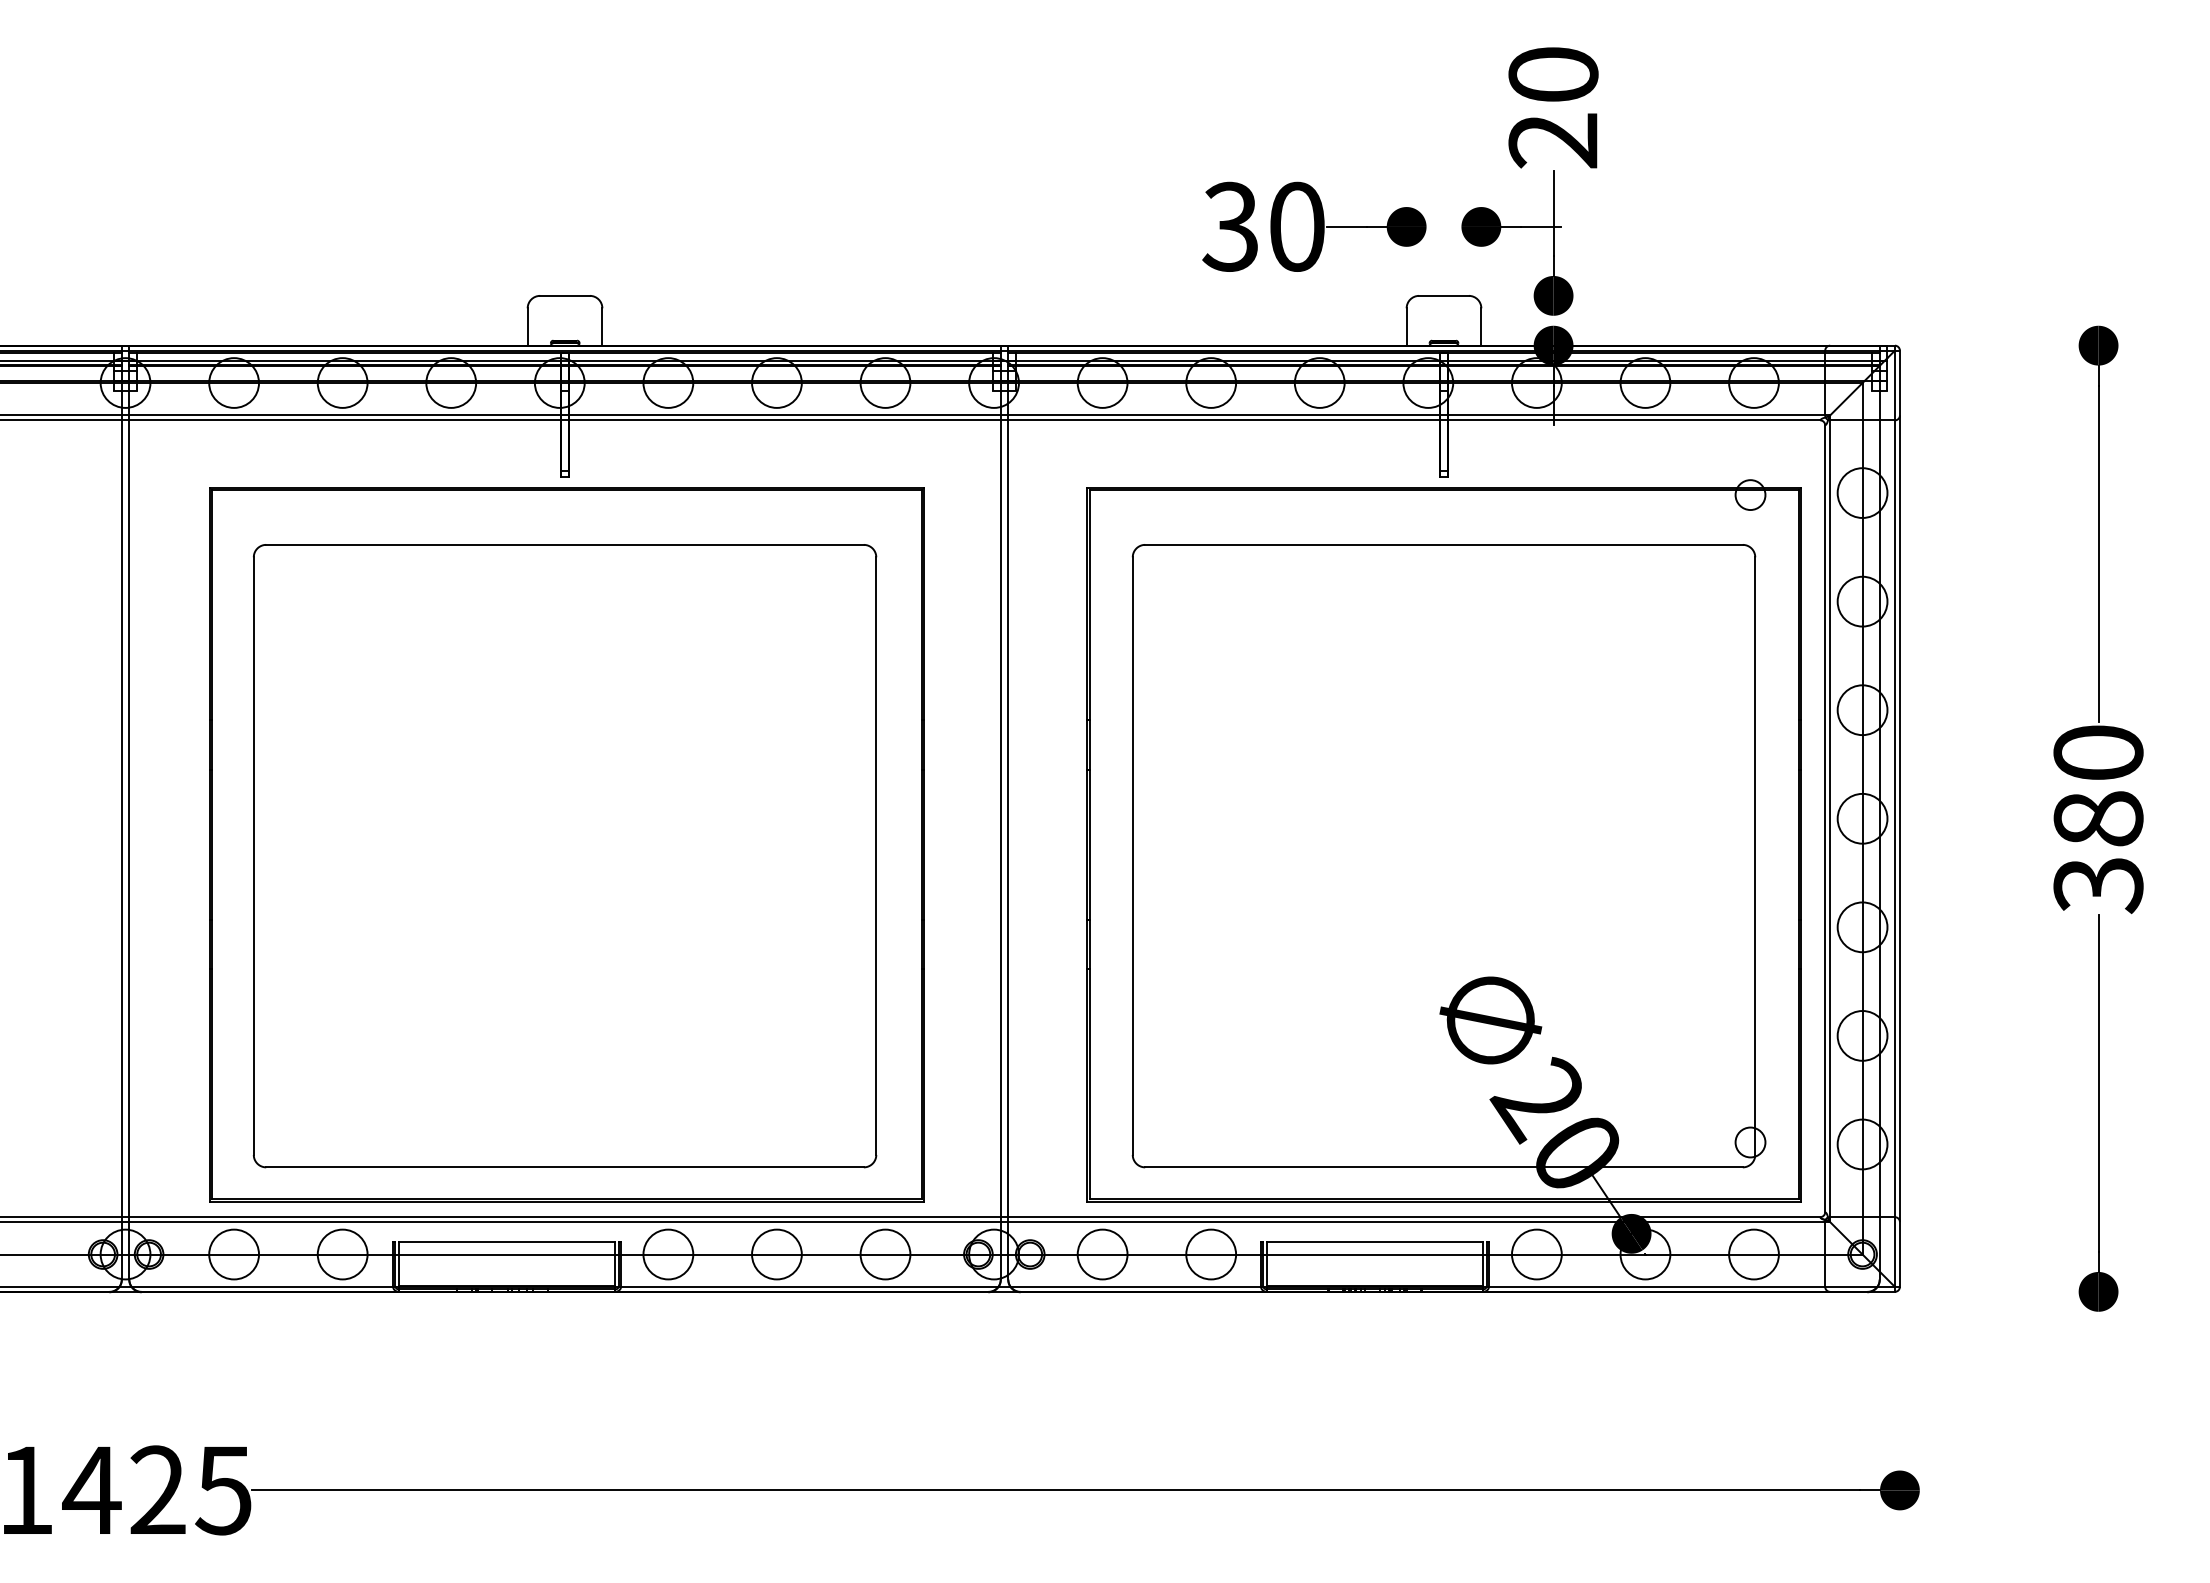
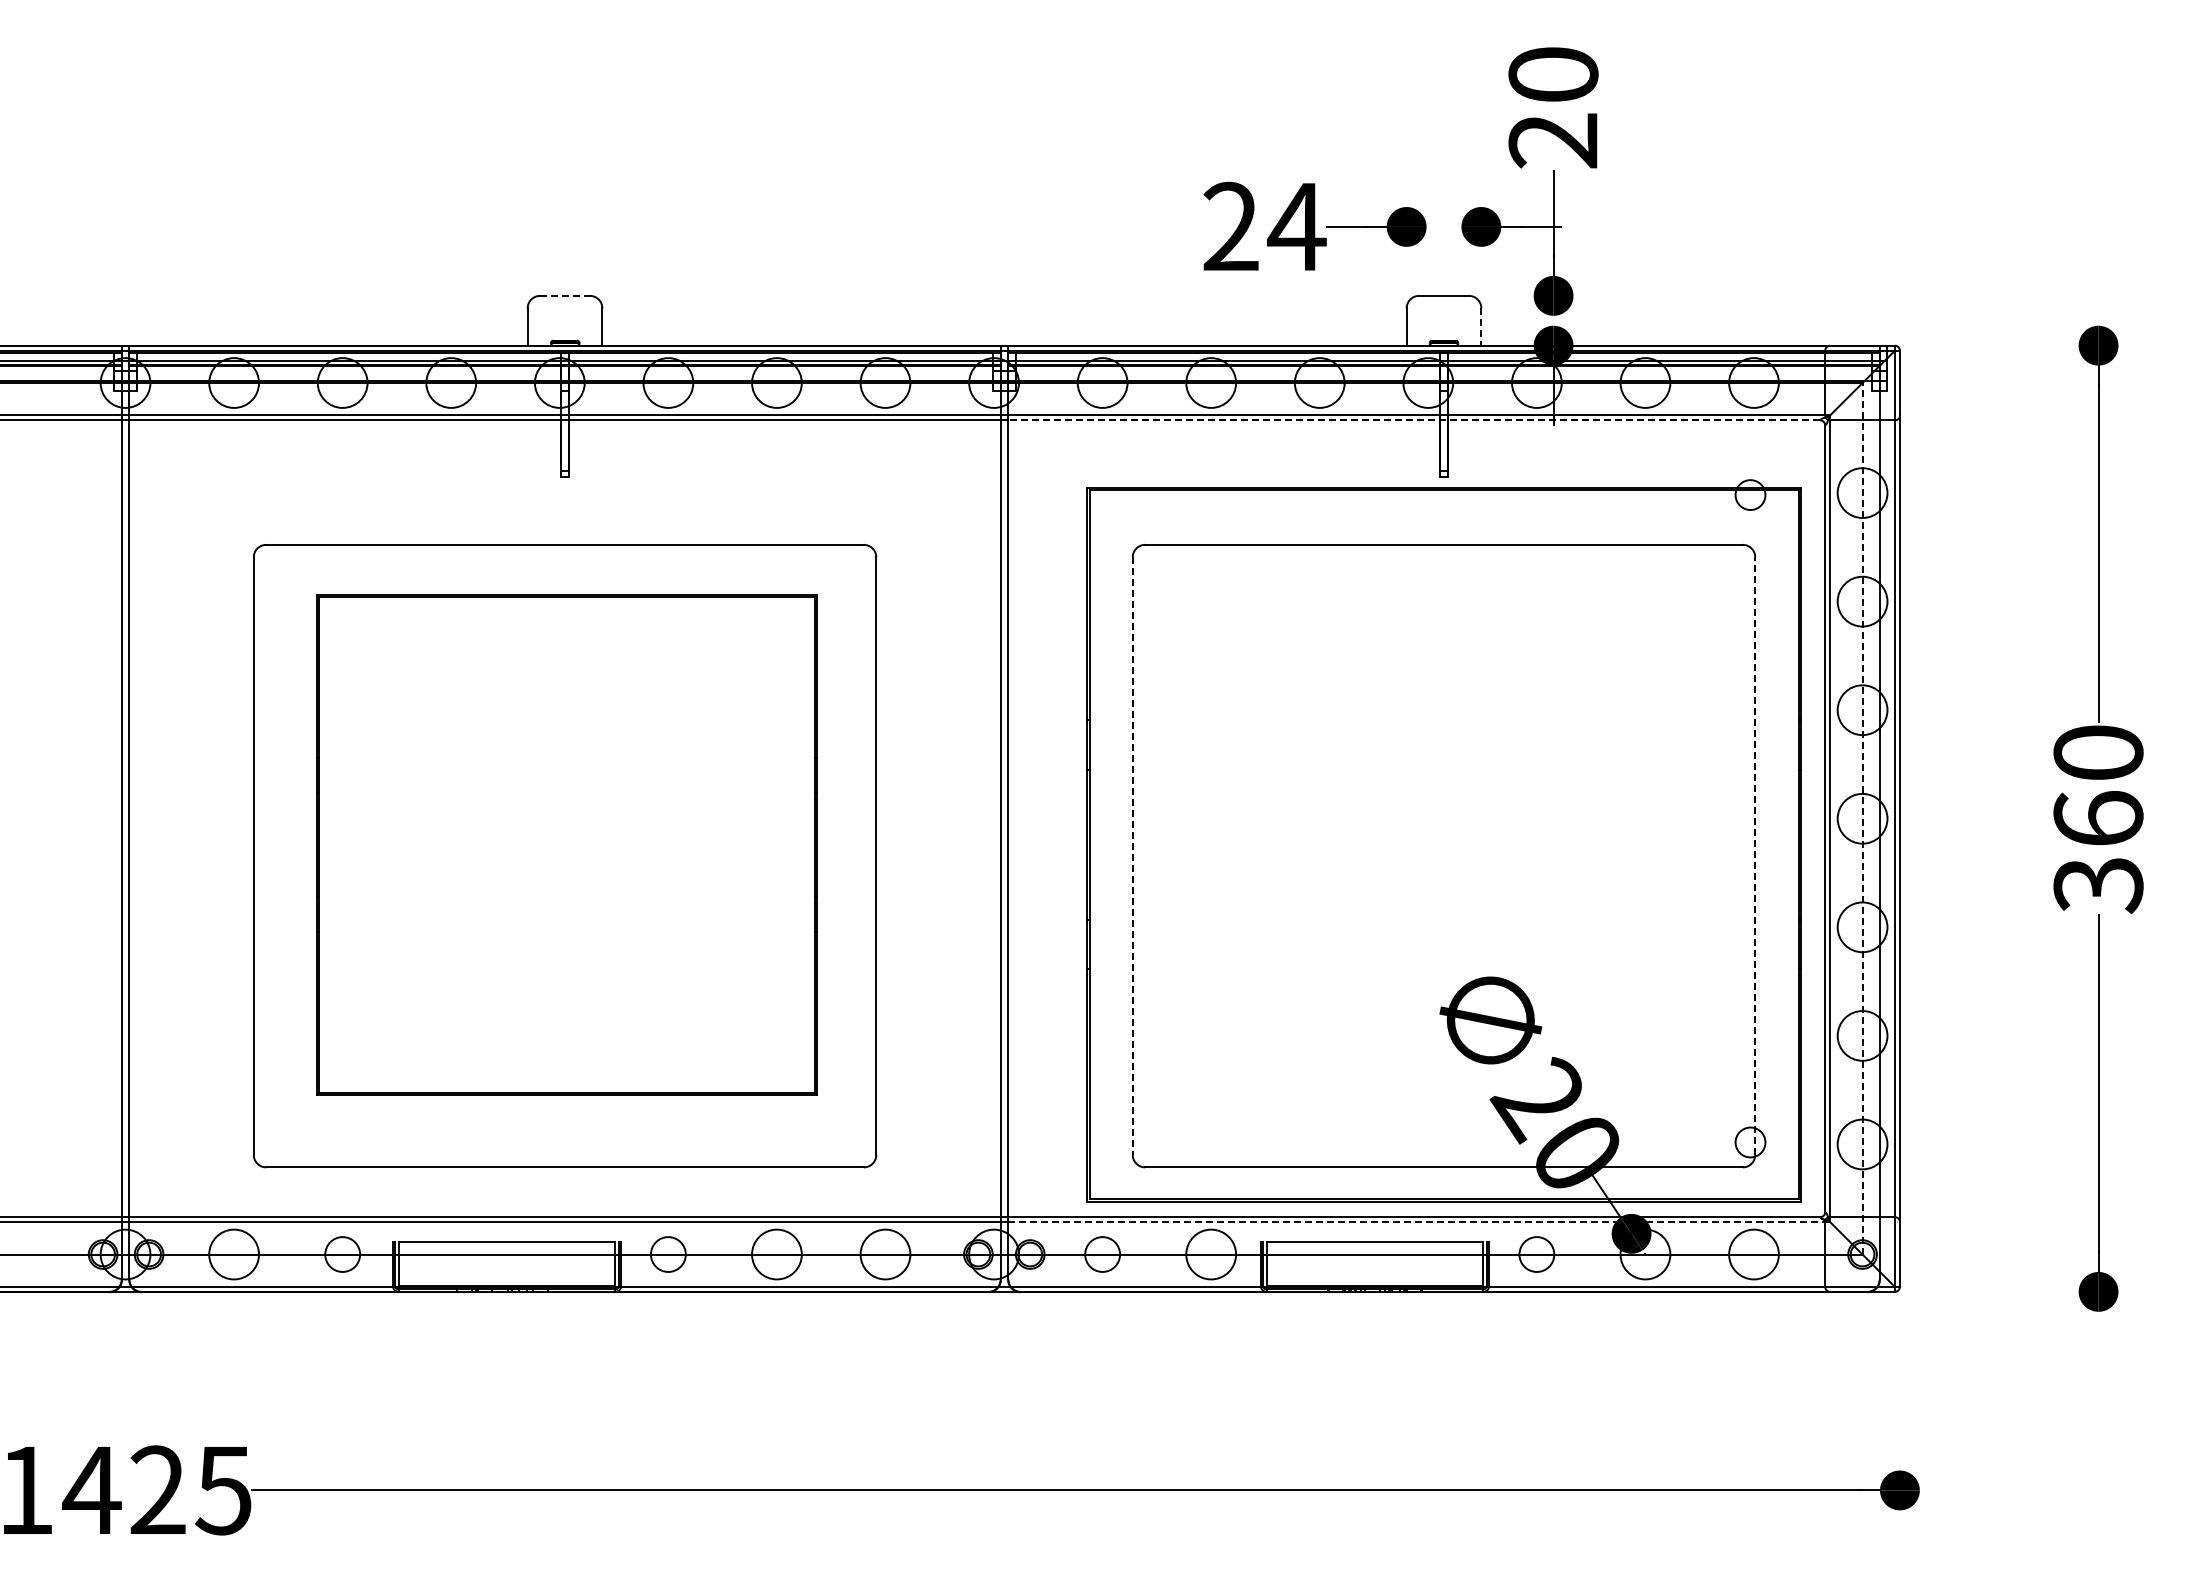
text at (1264, 226): 30 -> 24
line at (565, 295): solid -> dashed
line at (1481, 327): solid -> dashed
line at (1414, 420): solid -> dashed
line at (1862, 818): solid -> dashed
text at (2098, 818): 380 -> 360
part at (566, 844) size: 716x716 px -> 502x502 px
line at (1132, 856): solid -> dashed
line at (1755, 856): solid -> dashed
line at (1419, 1222): solid -> dashed
circle at (342, 1254) diameter: 50 px -> 35 px
circle at (668, 1254) diameter: 50 px -> 35 px
circle at (1102, 1254) diameter: 50 px -> 35 px
circle at (1536, 1254) diameter: 50 px -> 35 px
